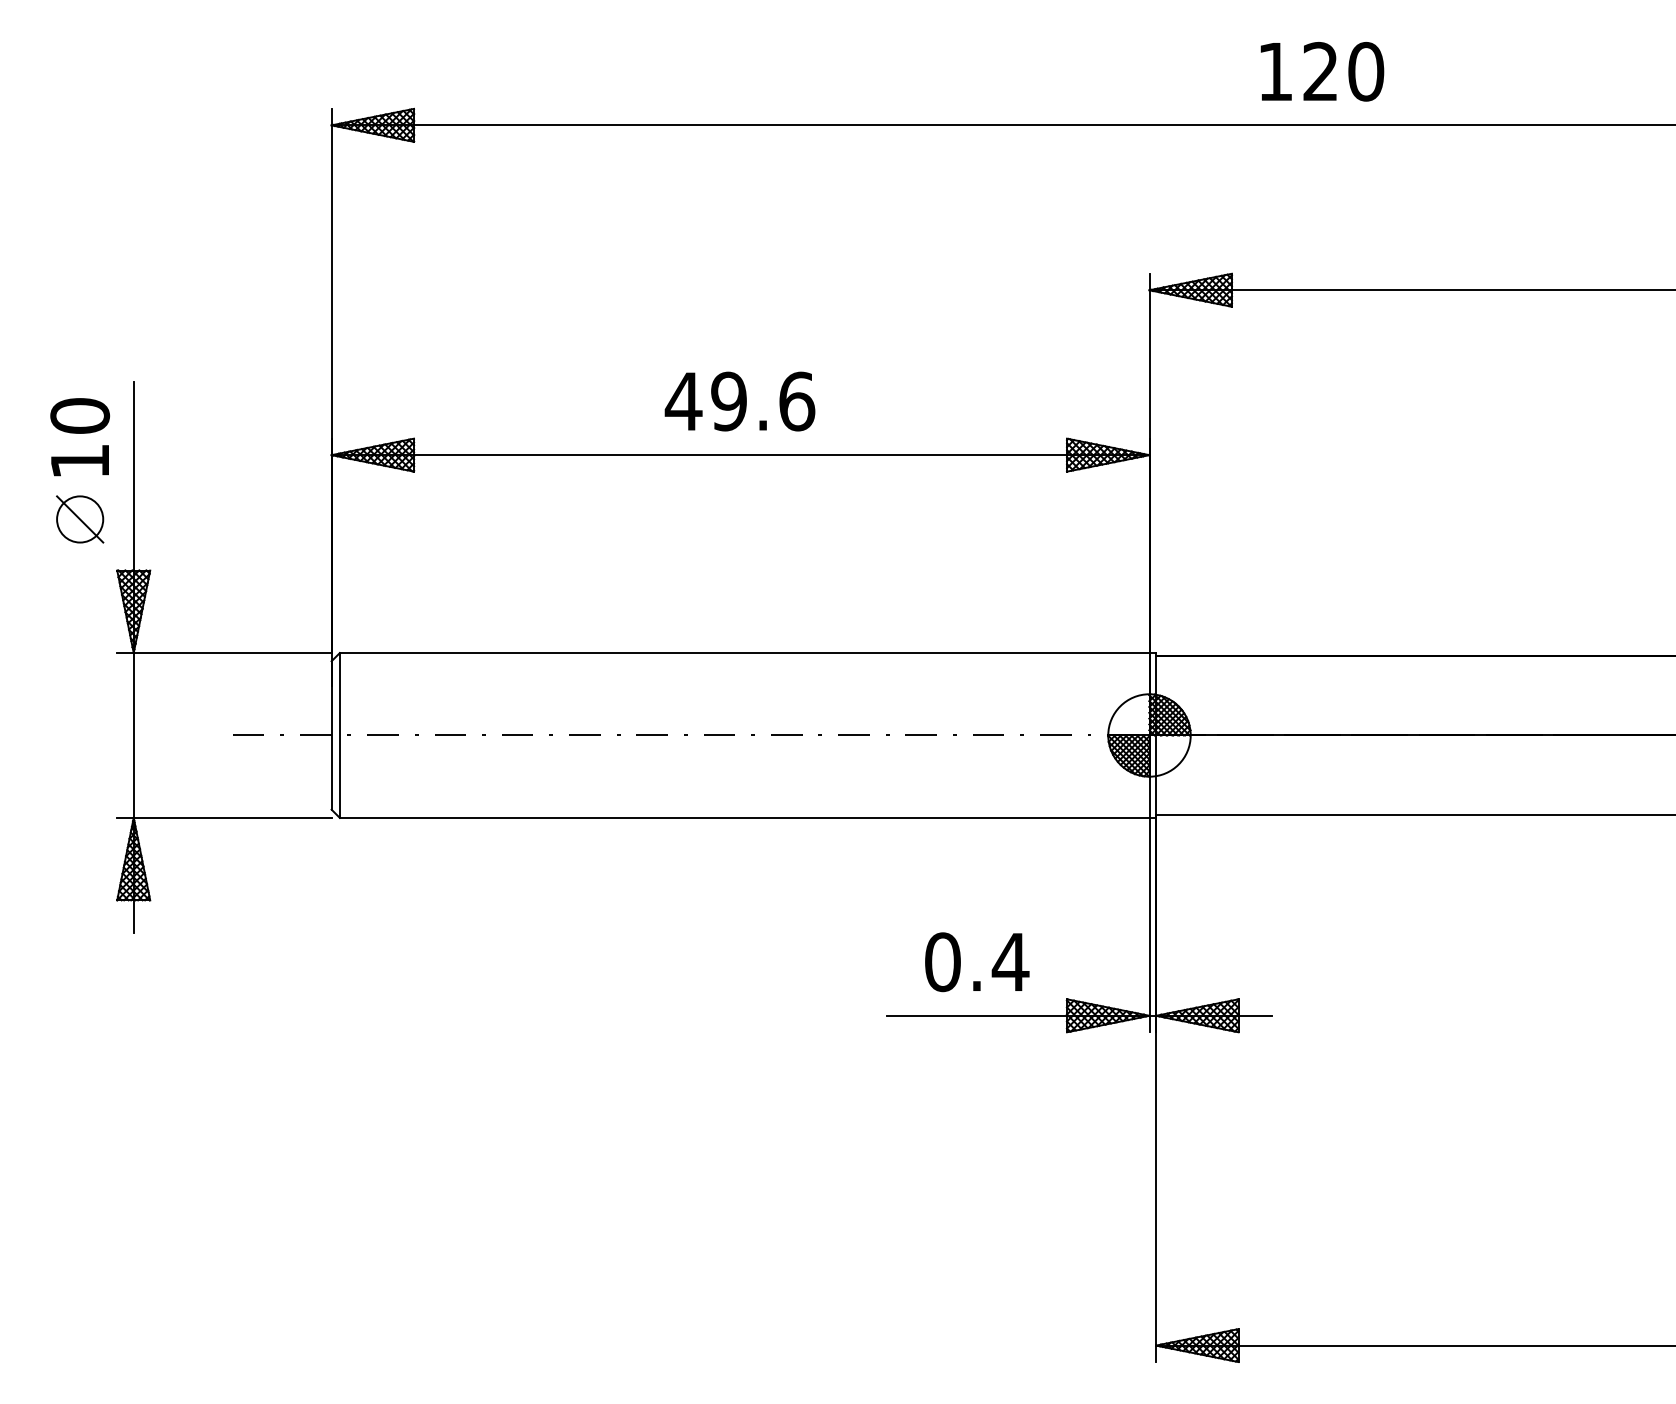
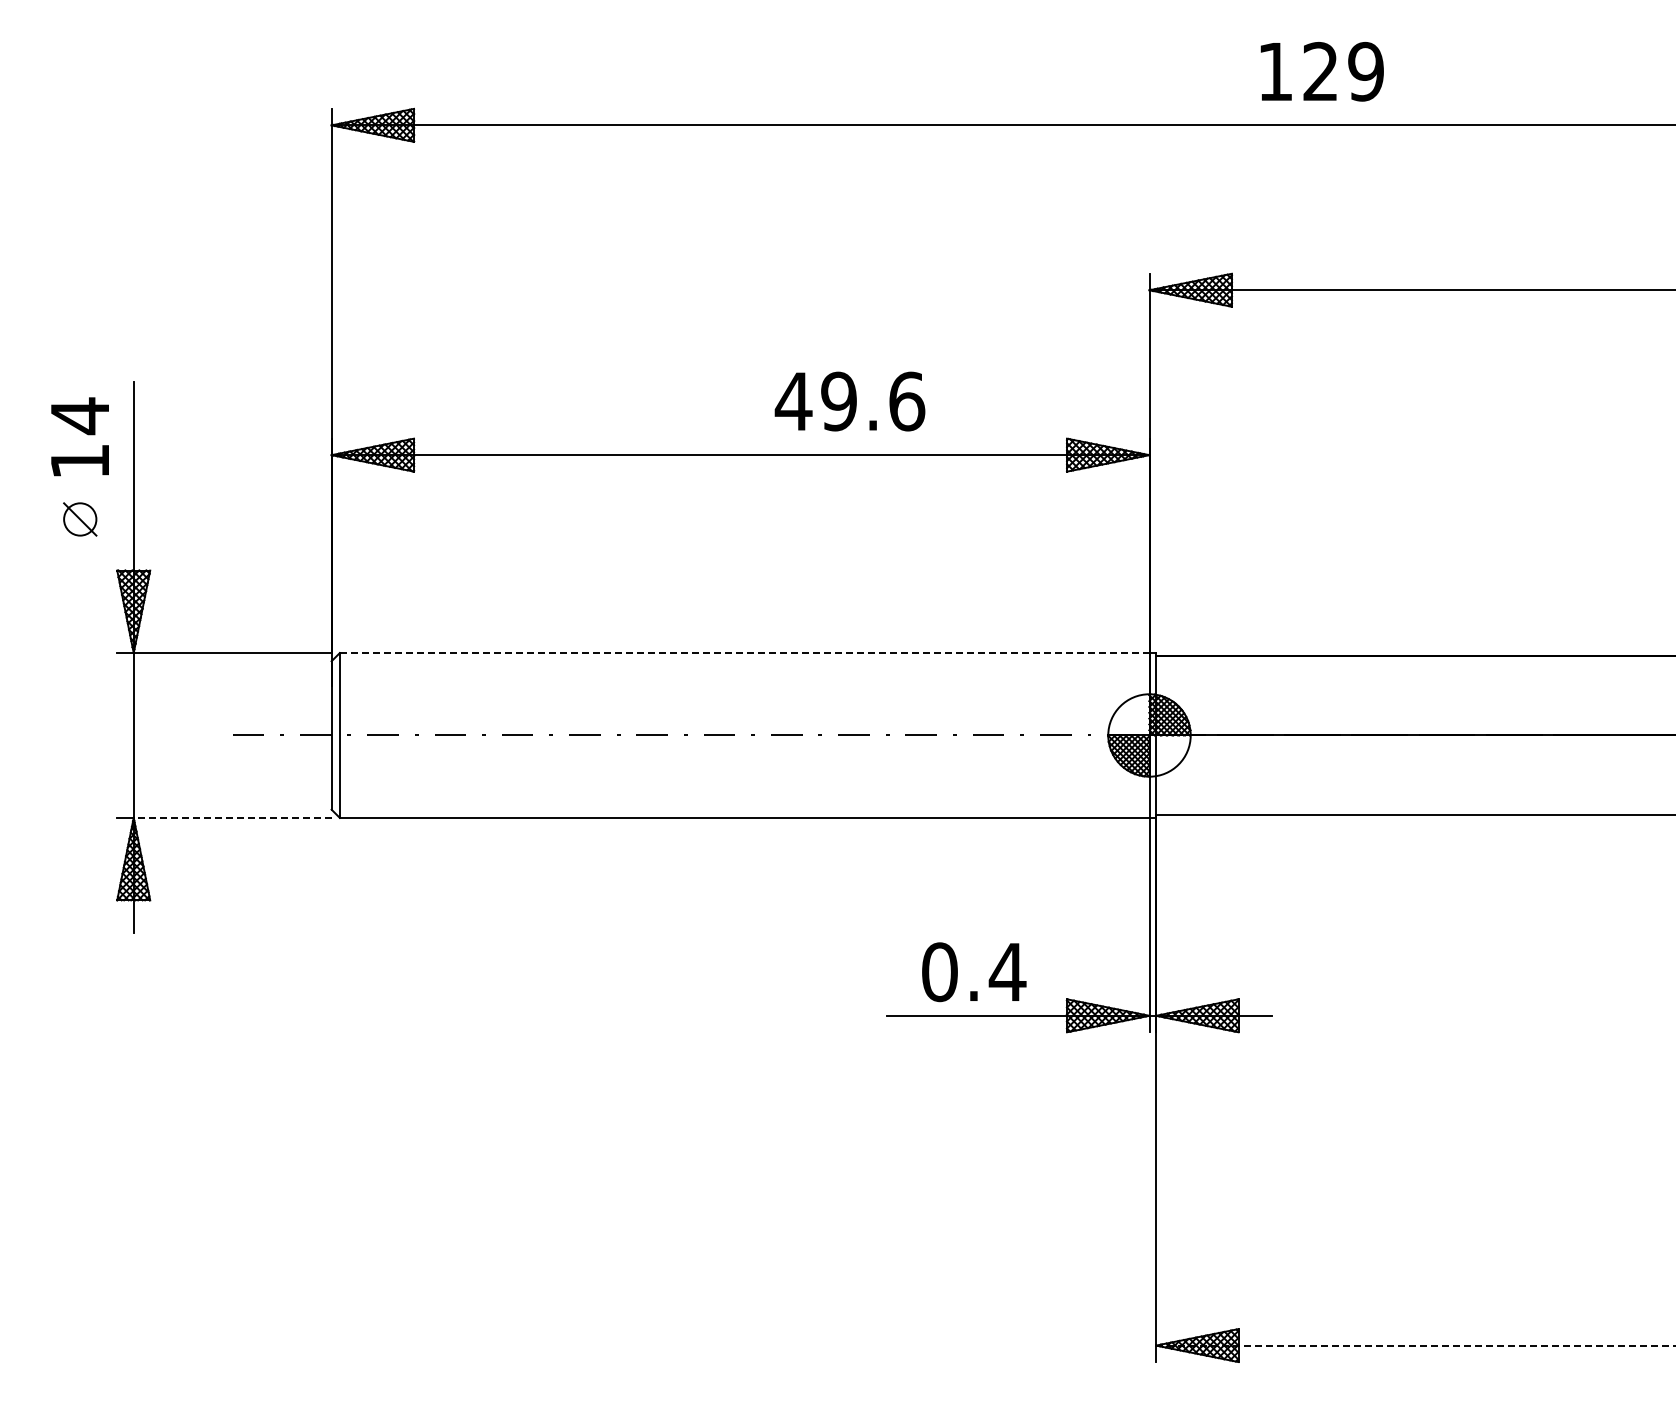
text at (1366, 71): 120 -> 129
text at (739, 401) position: (739, 401) -> (849, 401)
text at (80, 416): 10 -> 14
part at (80, 519) size: 49x49 px -> 35x35 px
line at (744, 653): solid -> dashed
line at (232, 817): solid -> dashed
text at (977, 962) position: (977, 962) -> (974, 972)
line at (1415, 1345): solid -> dashed
